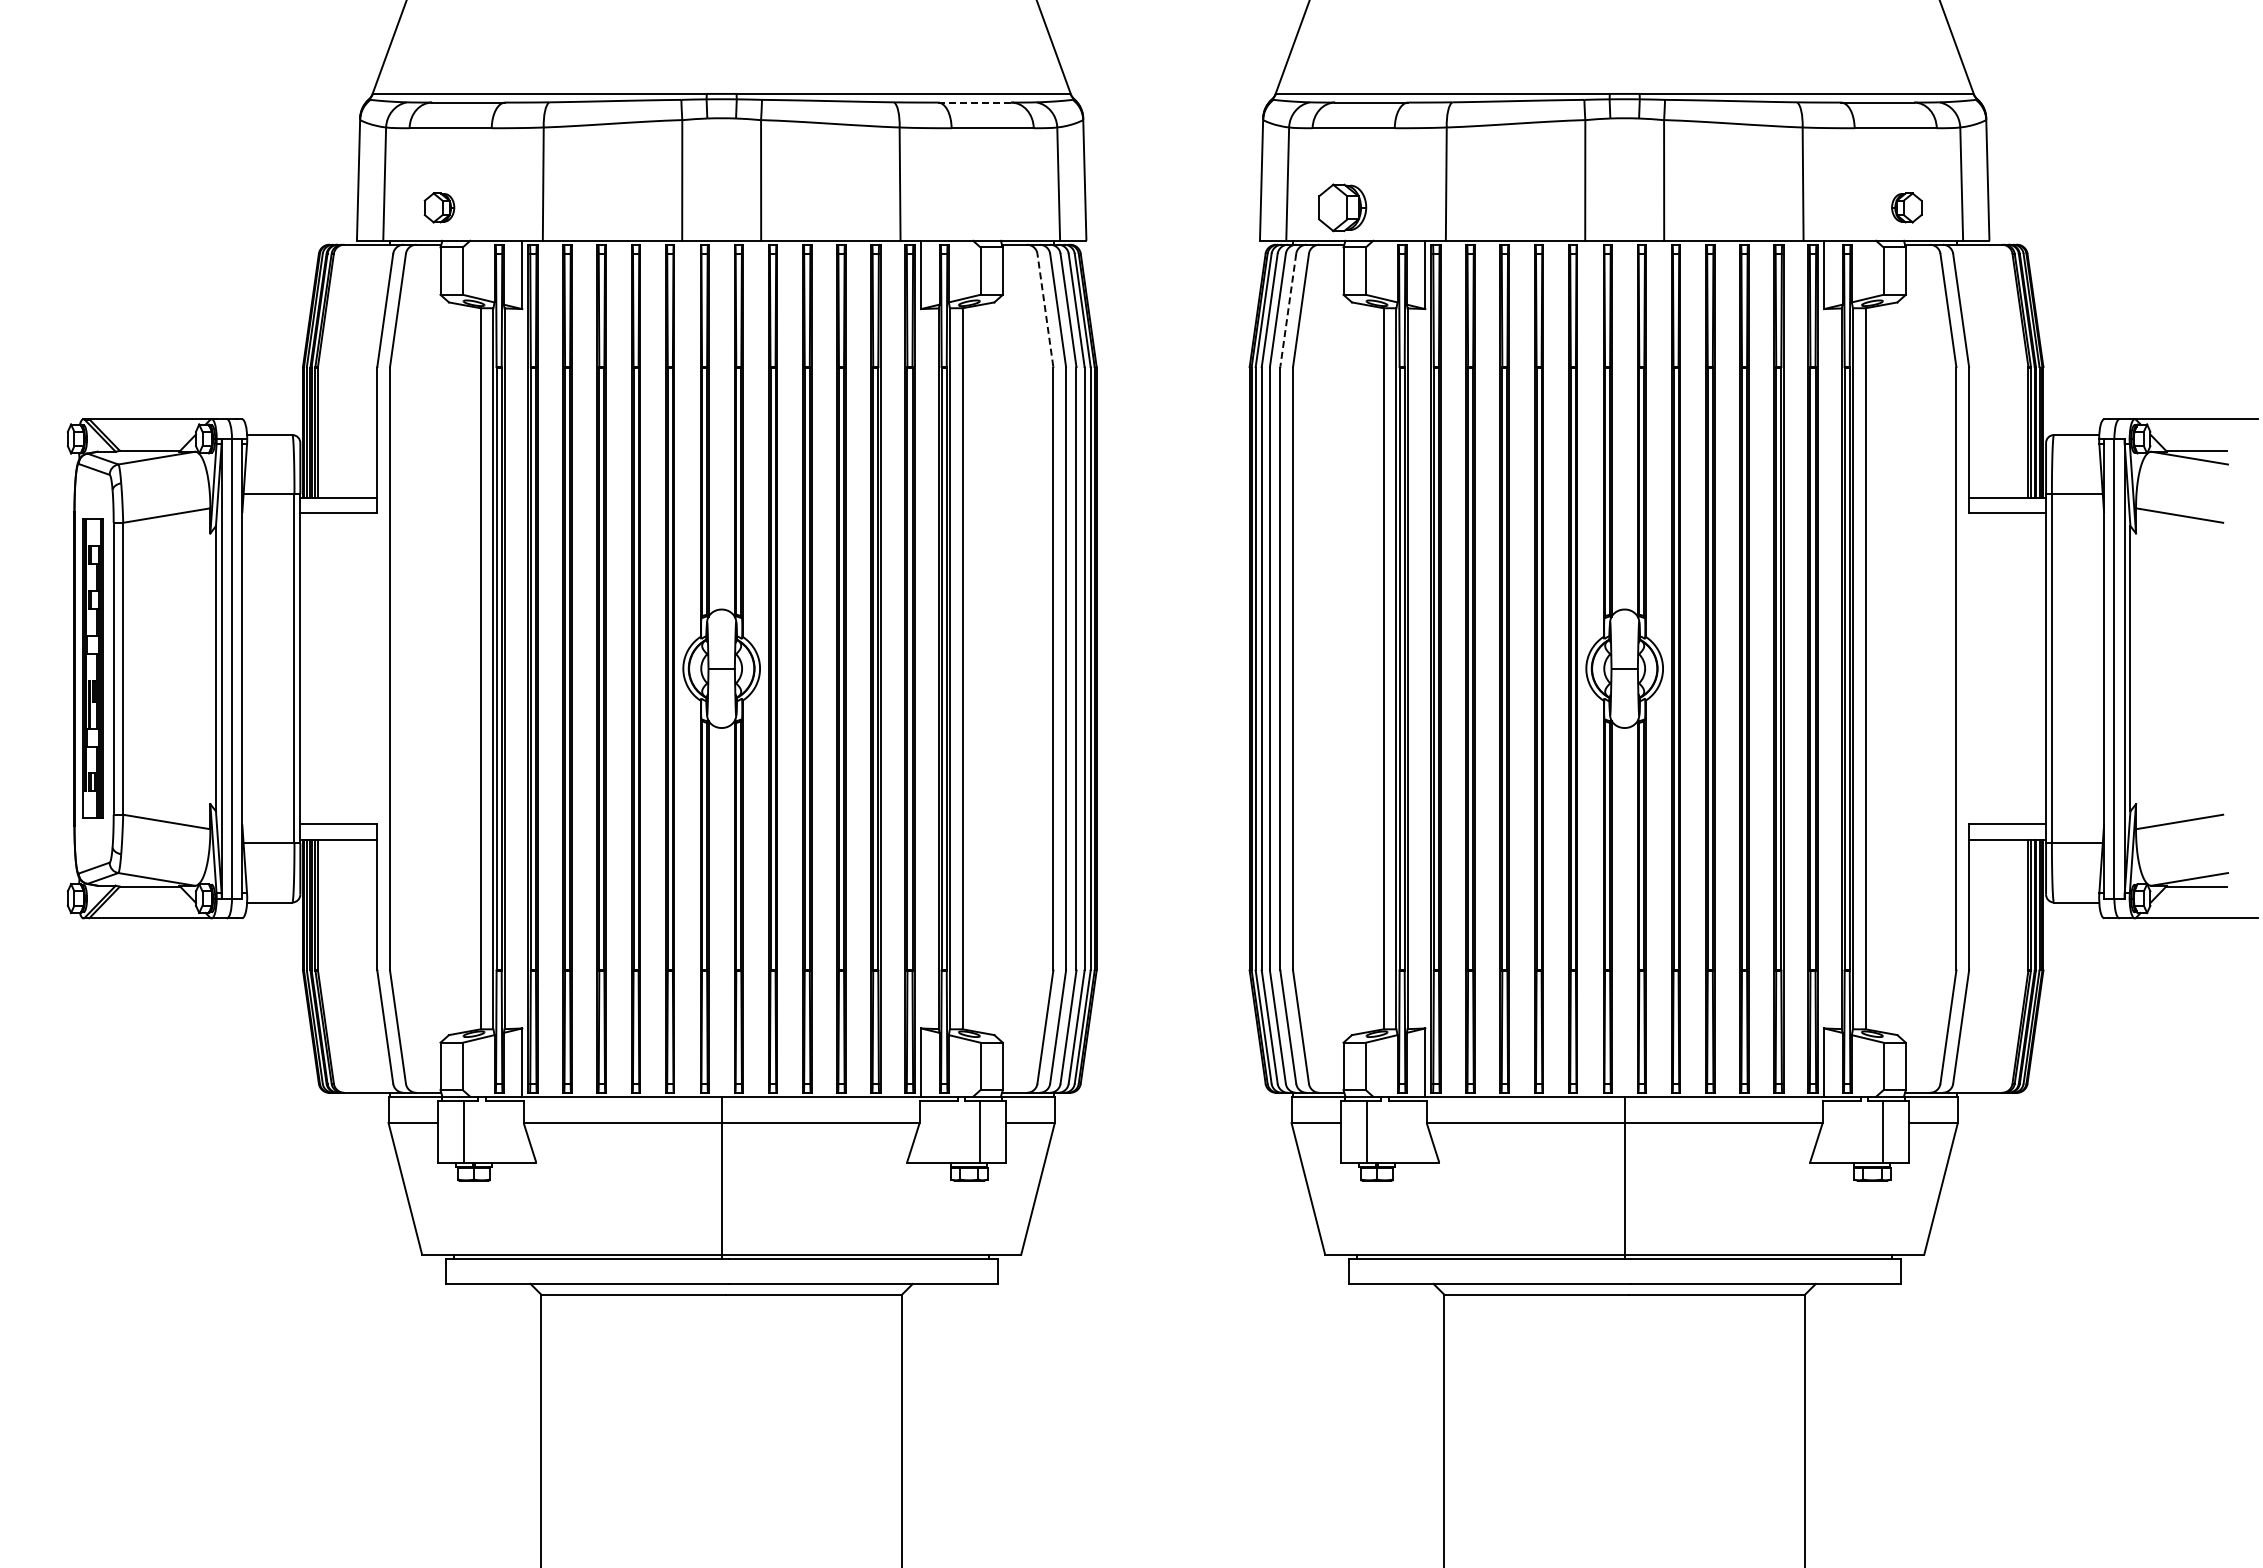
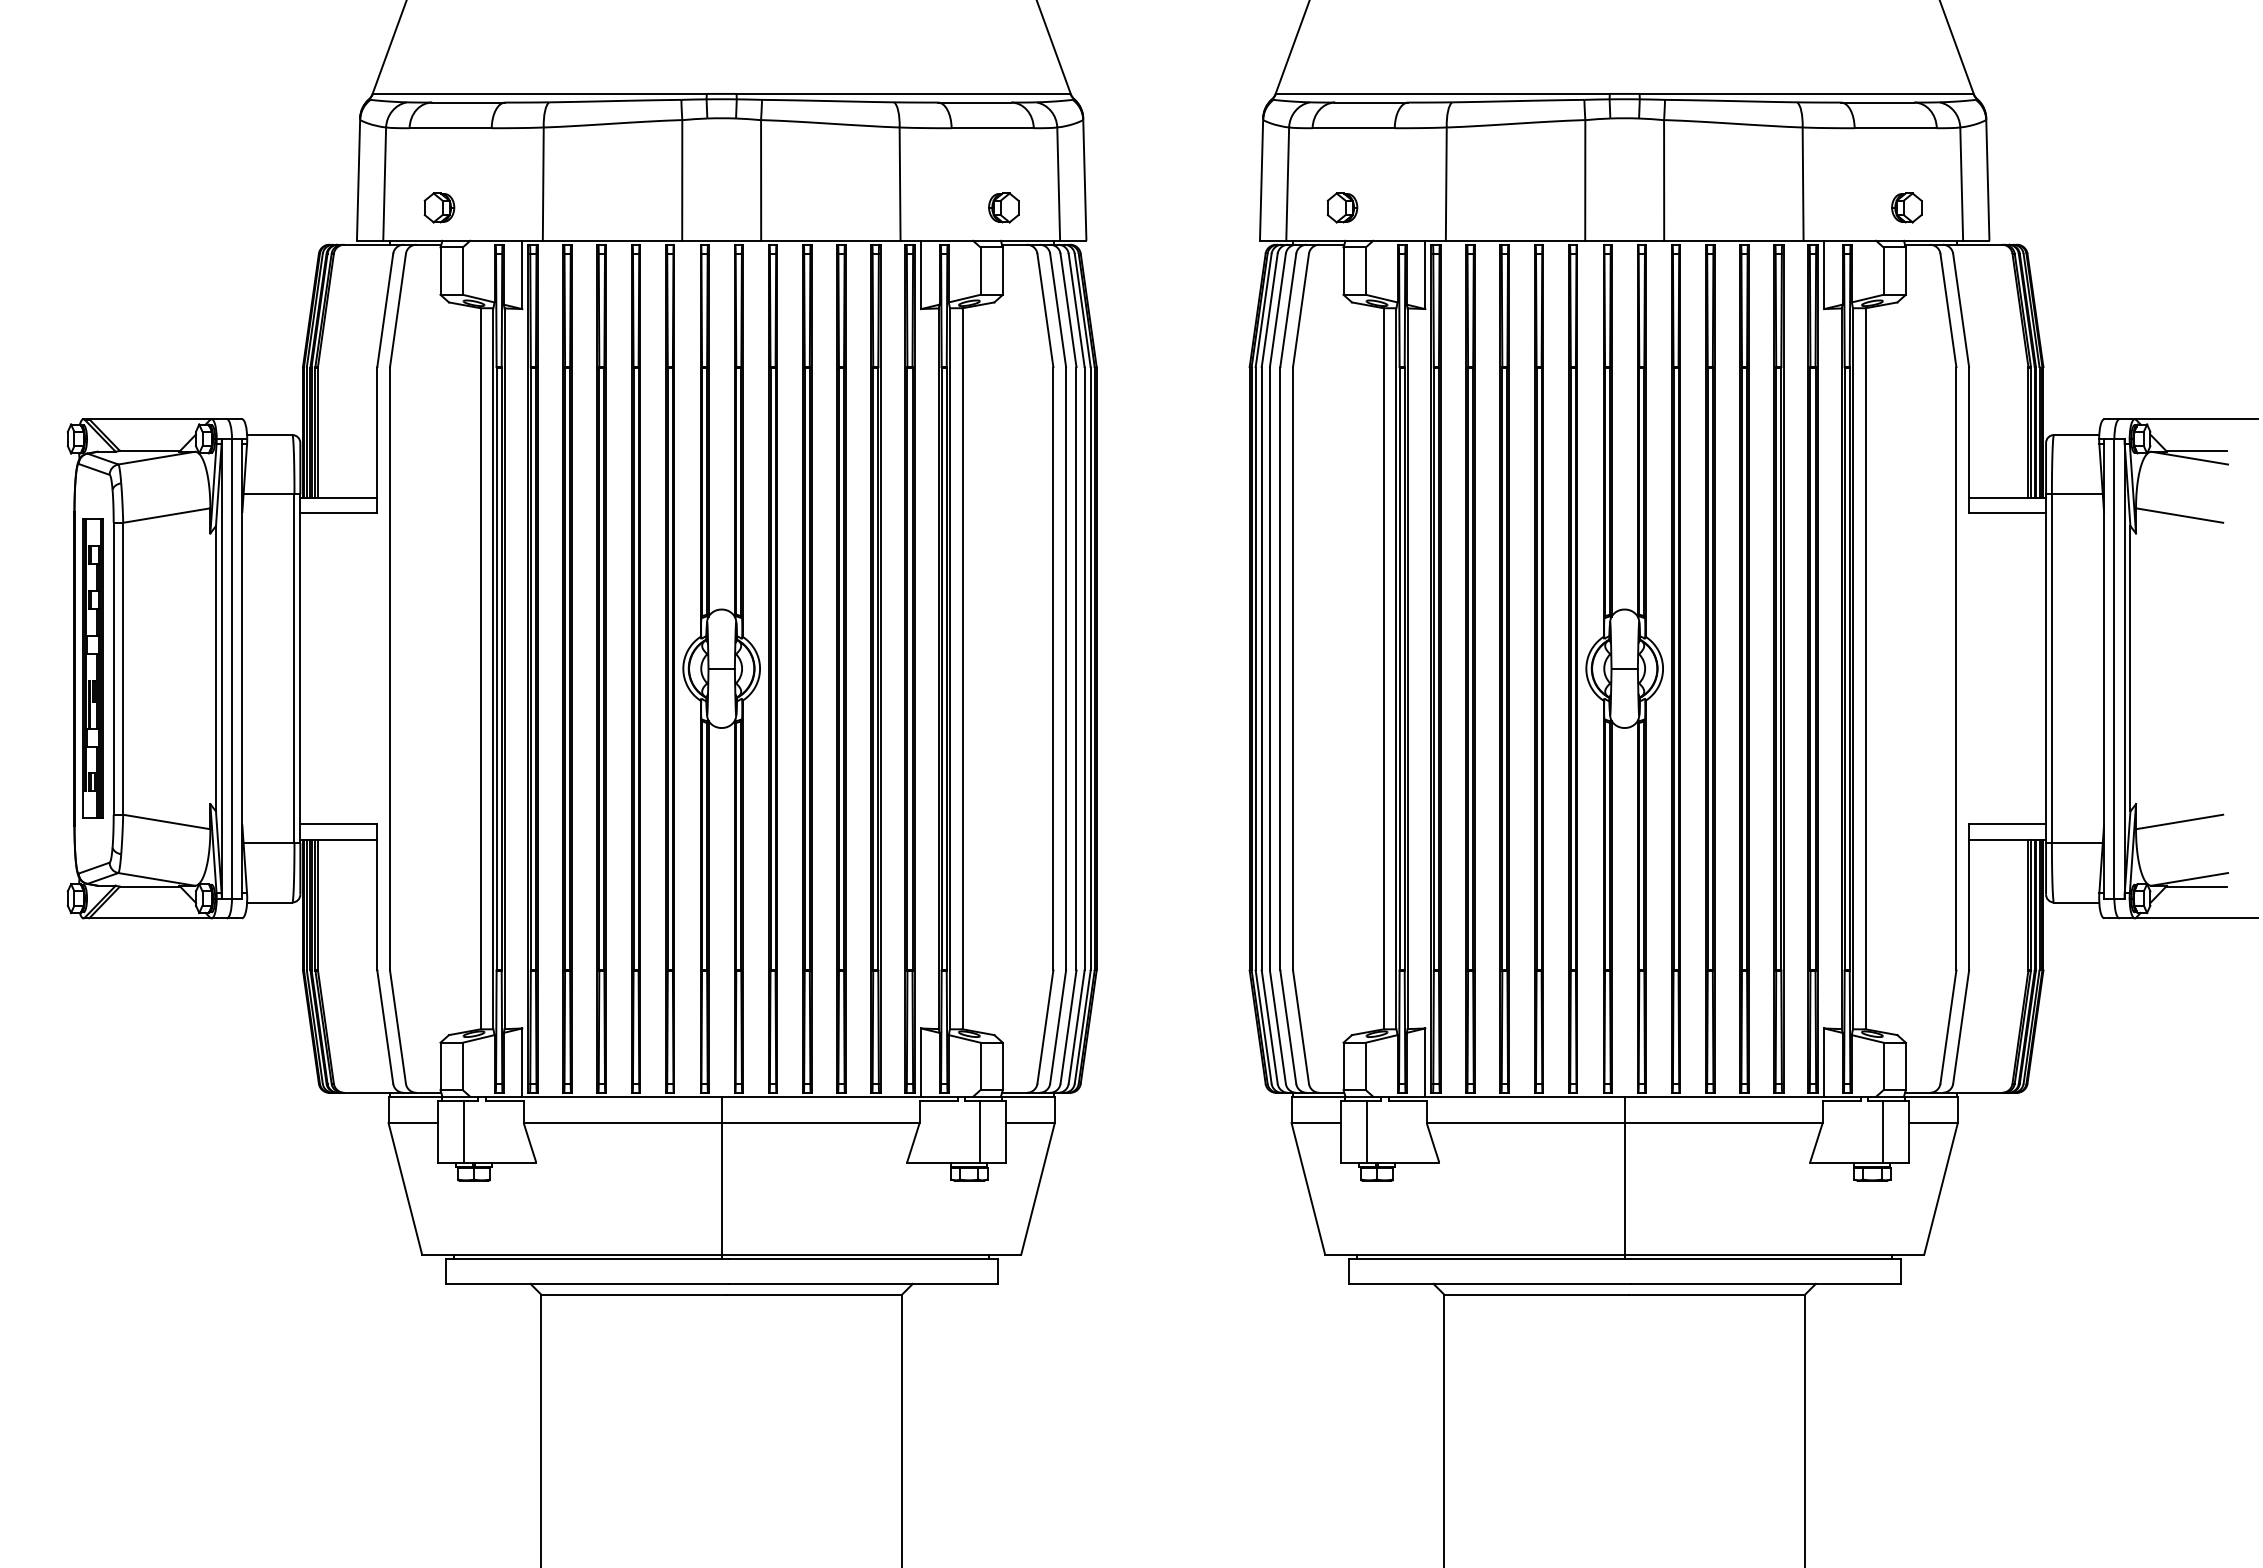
line at (974, 102): dashed -> solid
part at (1003, 207): none -> present
part at (1342, 207) size: 50x50 px -> 33x32 px
line at (1045, 310): dashed -> solid
line at (1288, 310): dashed -> solid
